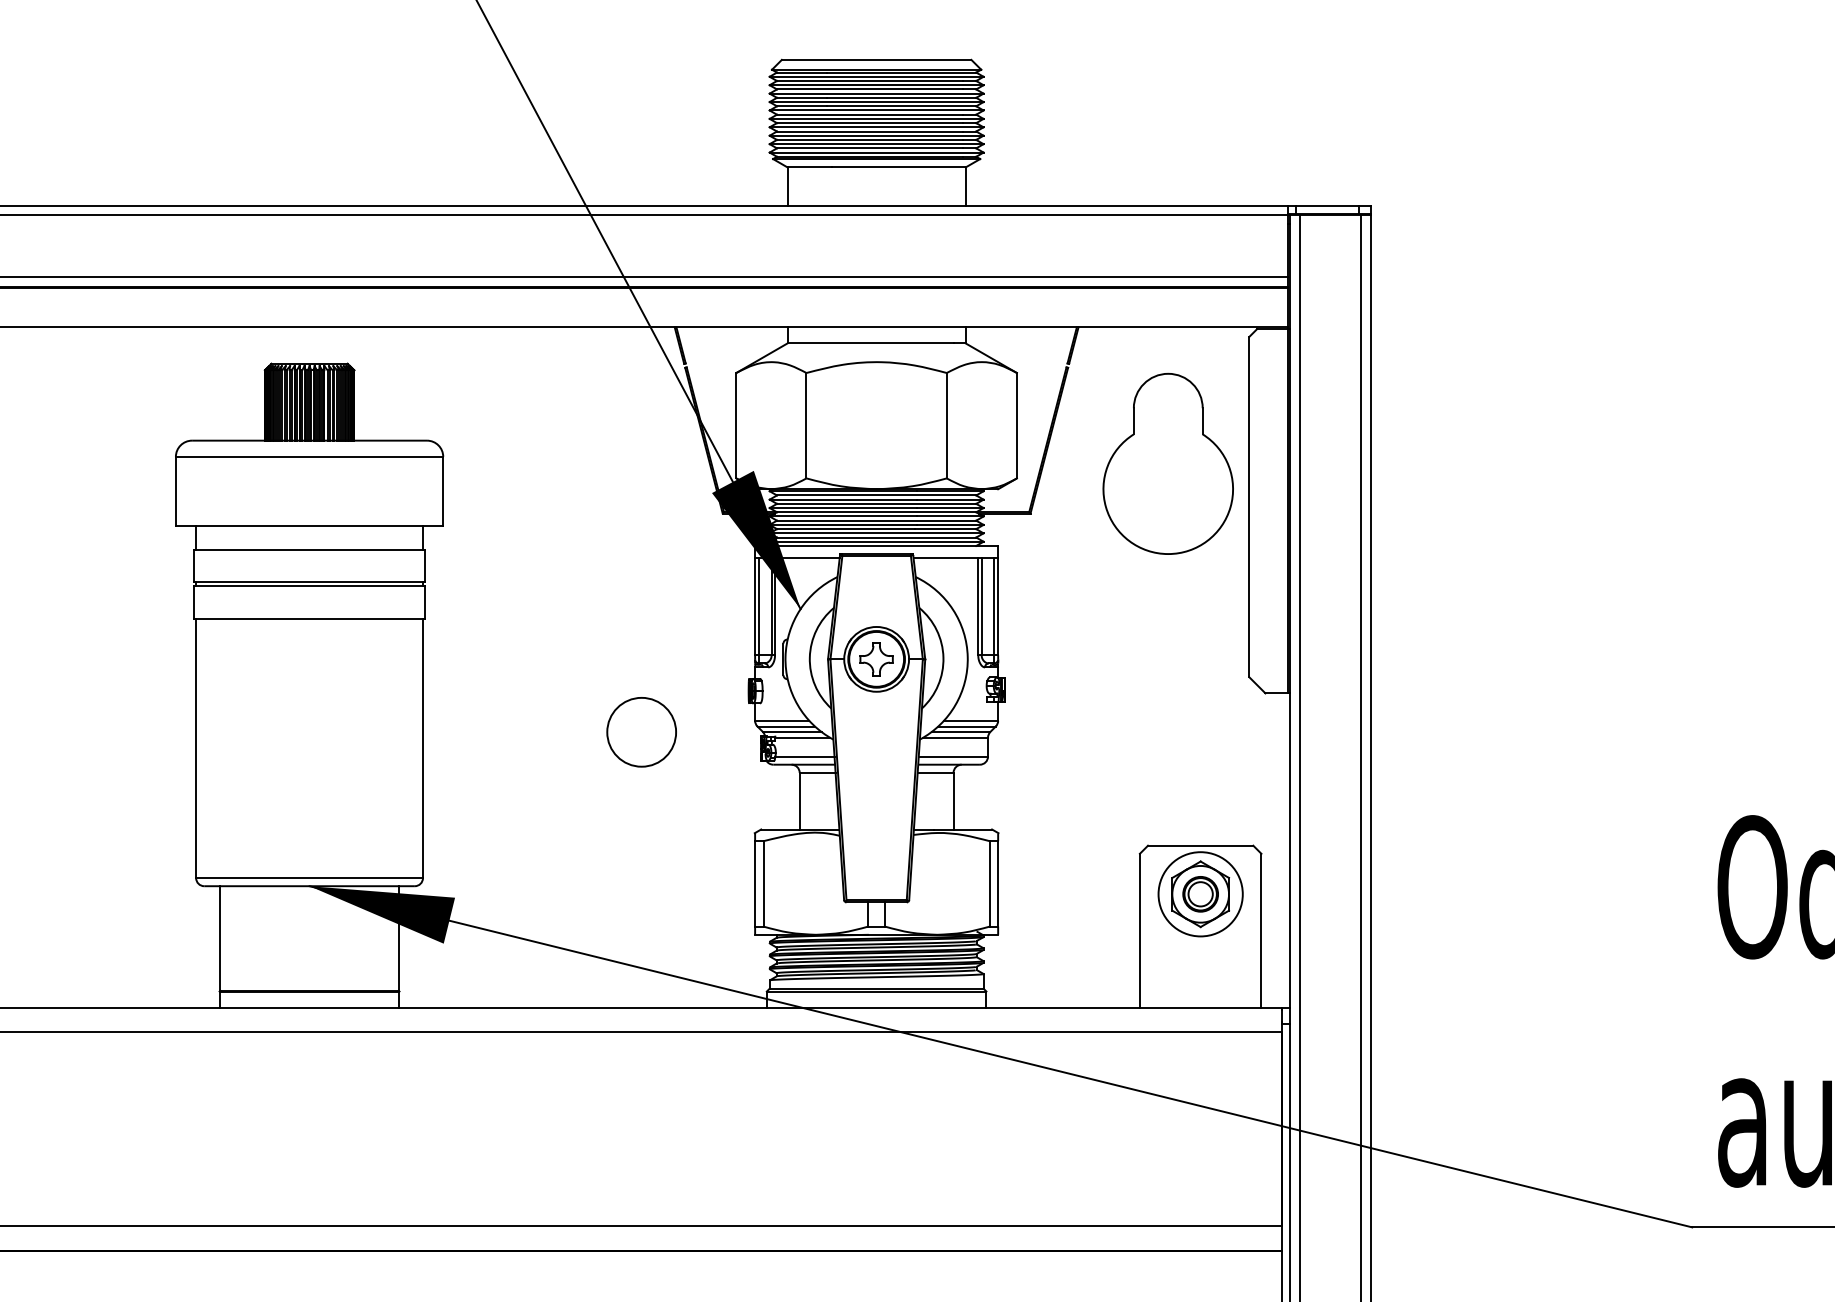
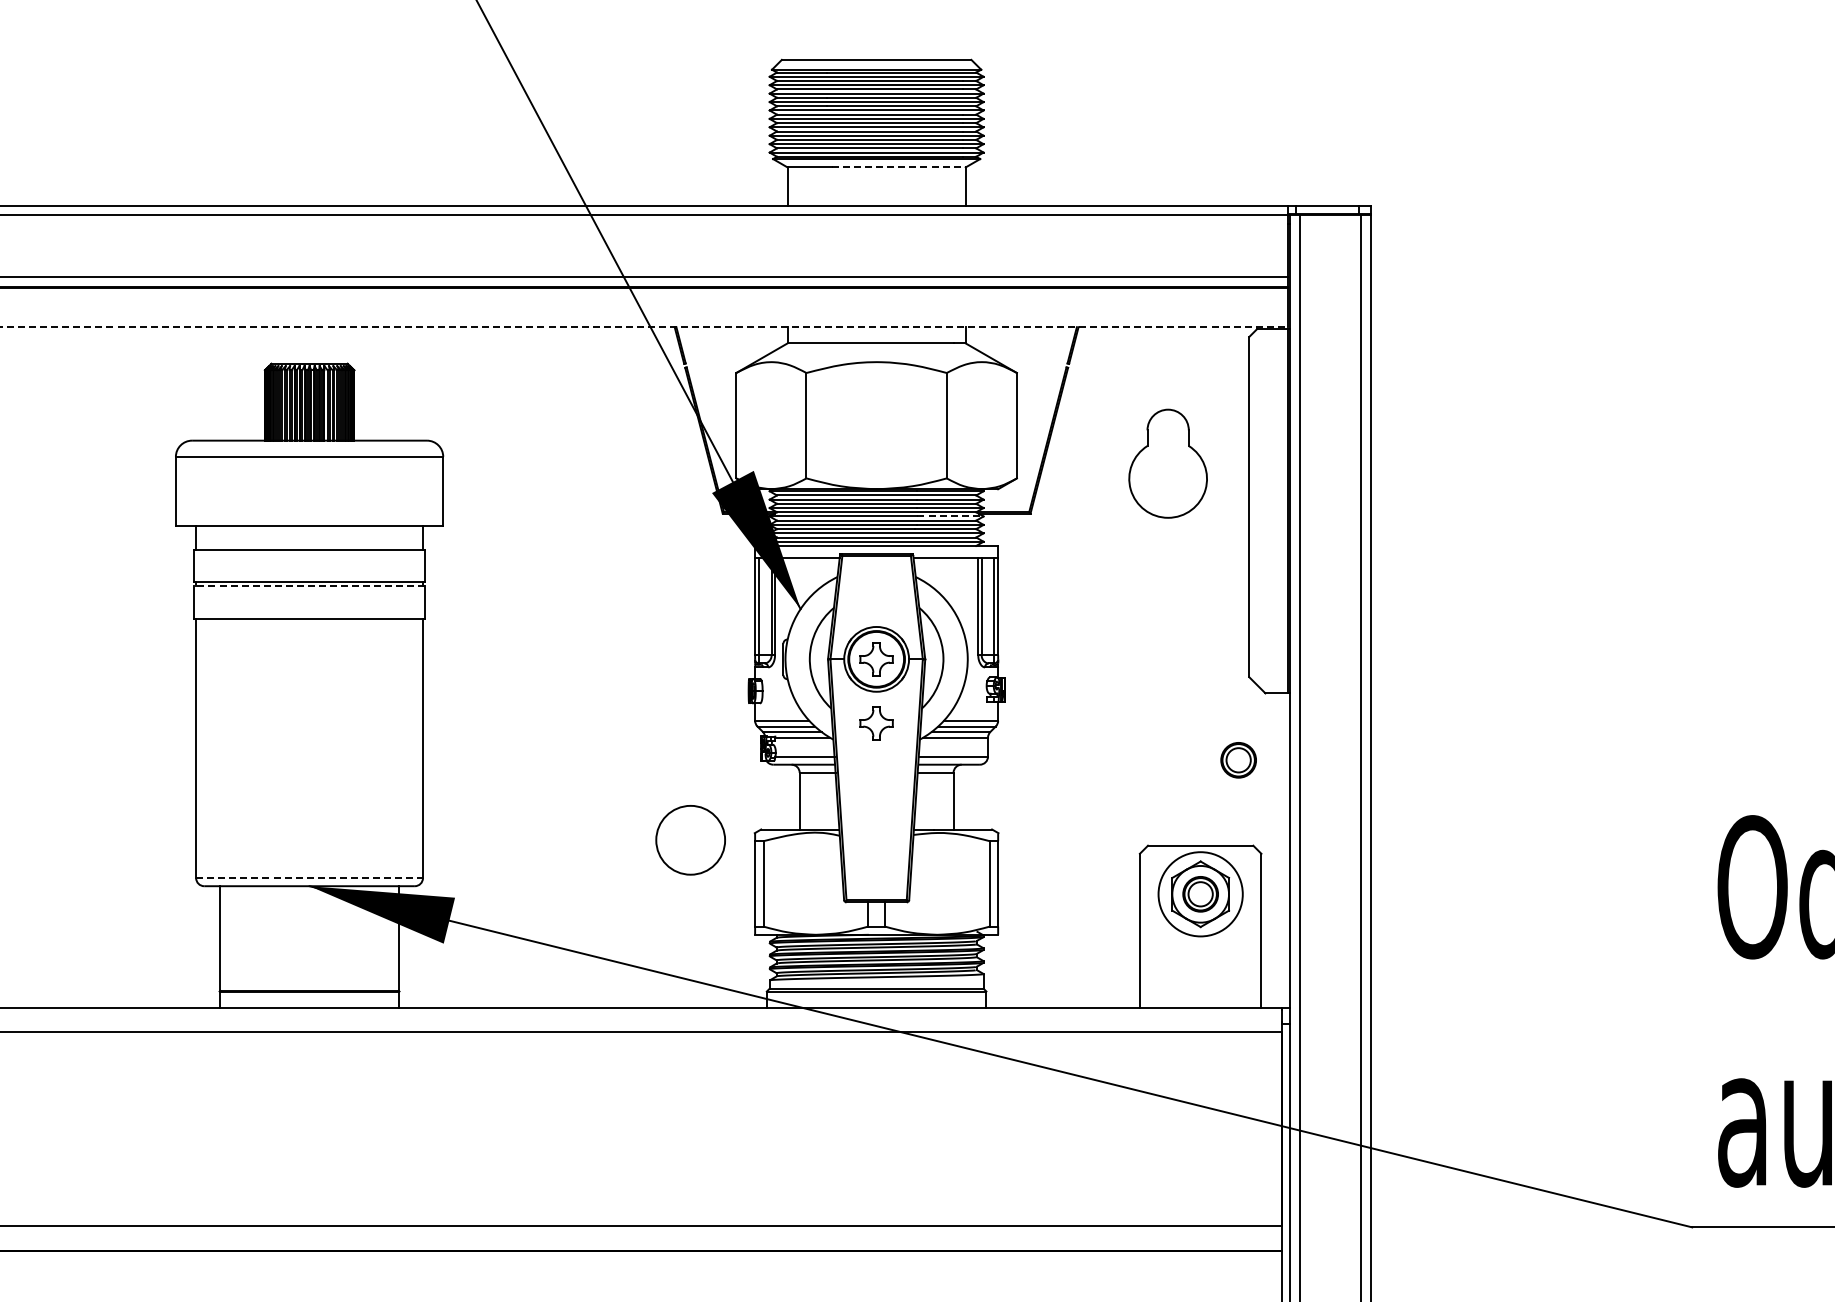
line at (898, 167): solid -> dashed
line at (644, 327): solid -> dashed
part at (1167, 463) size: 132x183 px -> 80x111 px
line at (951, 516): solid -> dashed
line at (309, 586): solid -> dashed
part at (876, 723): none -> present
circle at (641, 732) position: (641, 732) -> (690, 840)
part at (1238, 760): none -> present
line at (310, 878): solid -> dashed
